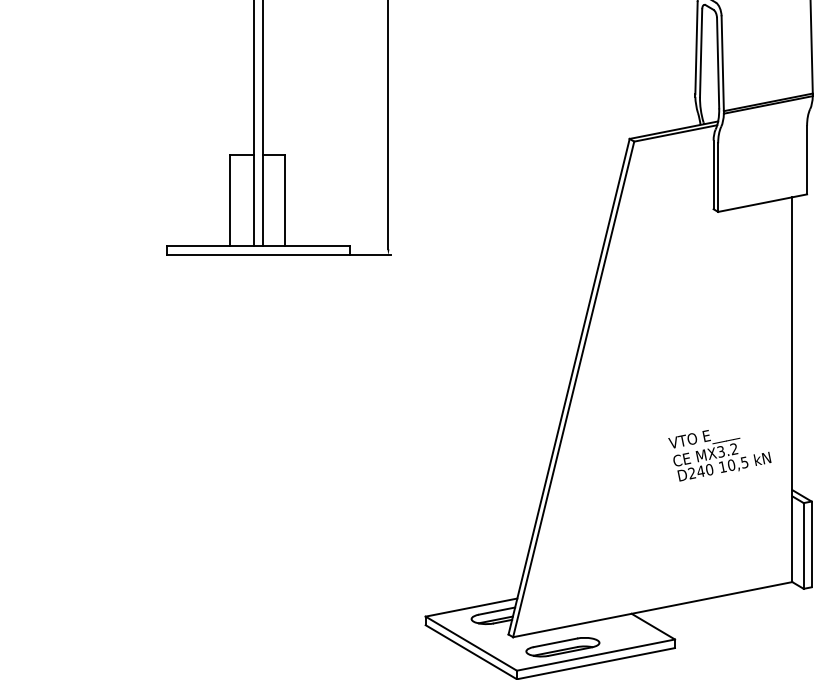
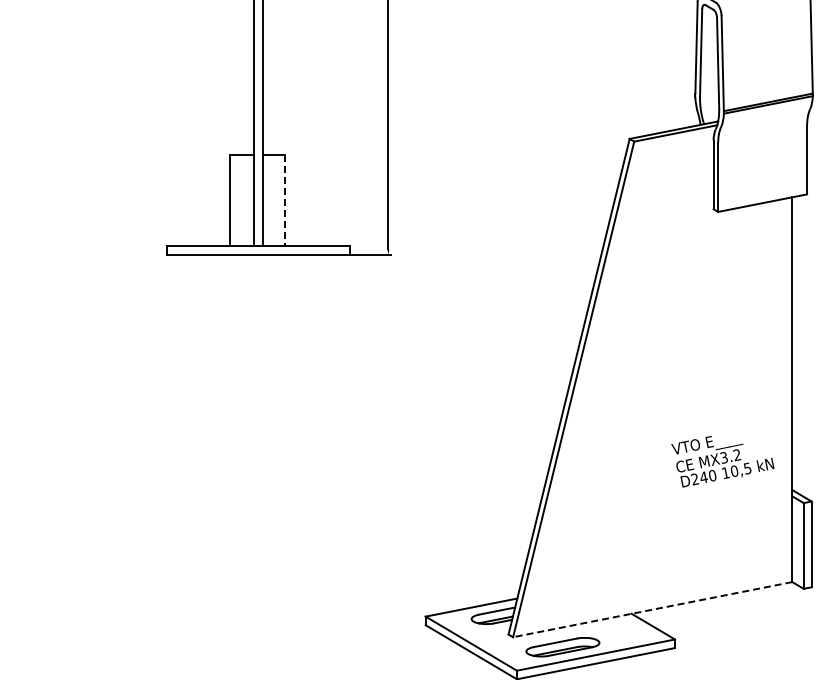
line at (284, 200): solid -> dashed
text at (719, 455) position: (719, 455) -> (722, 461)
line at (652, 609): solid -> dashed
